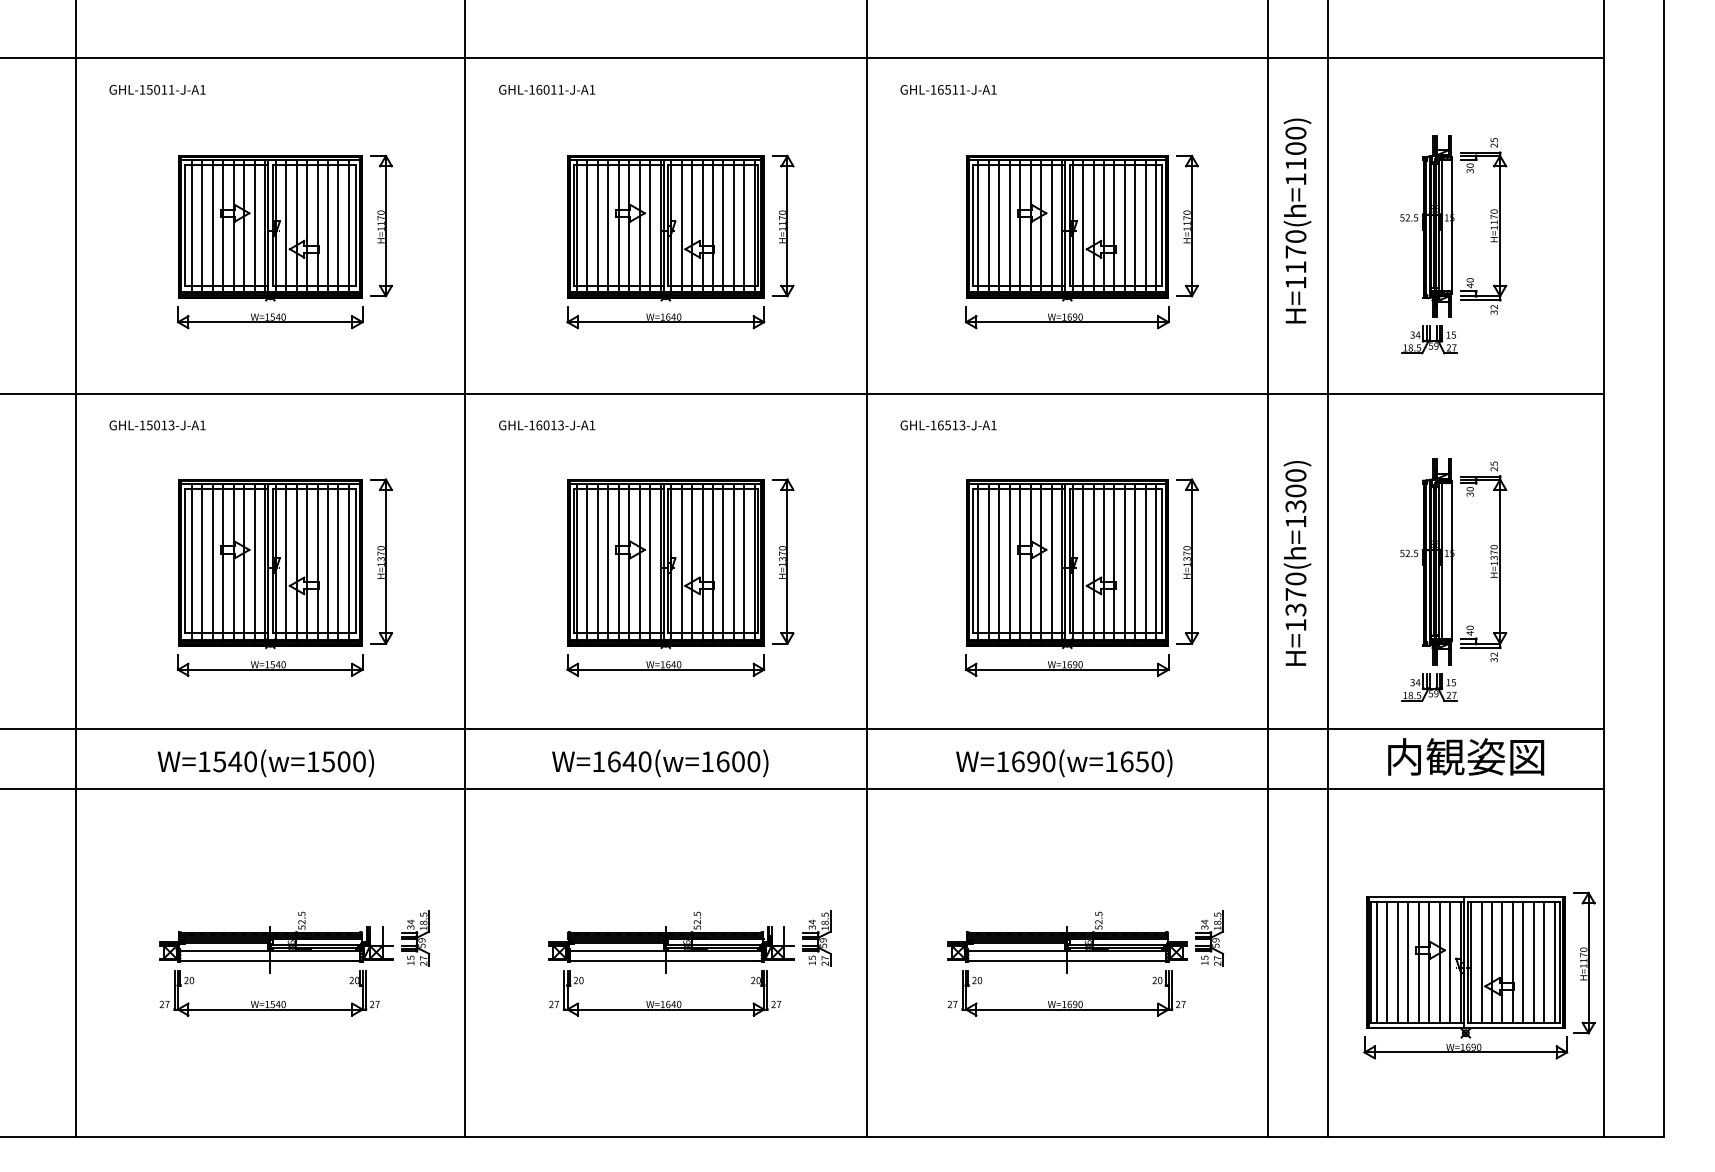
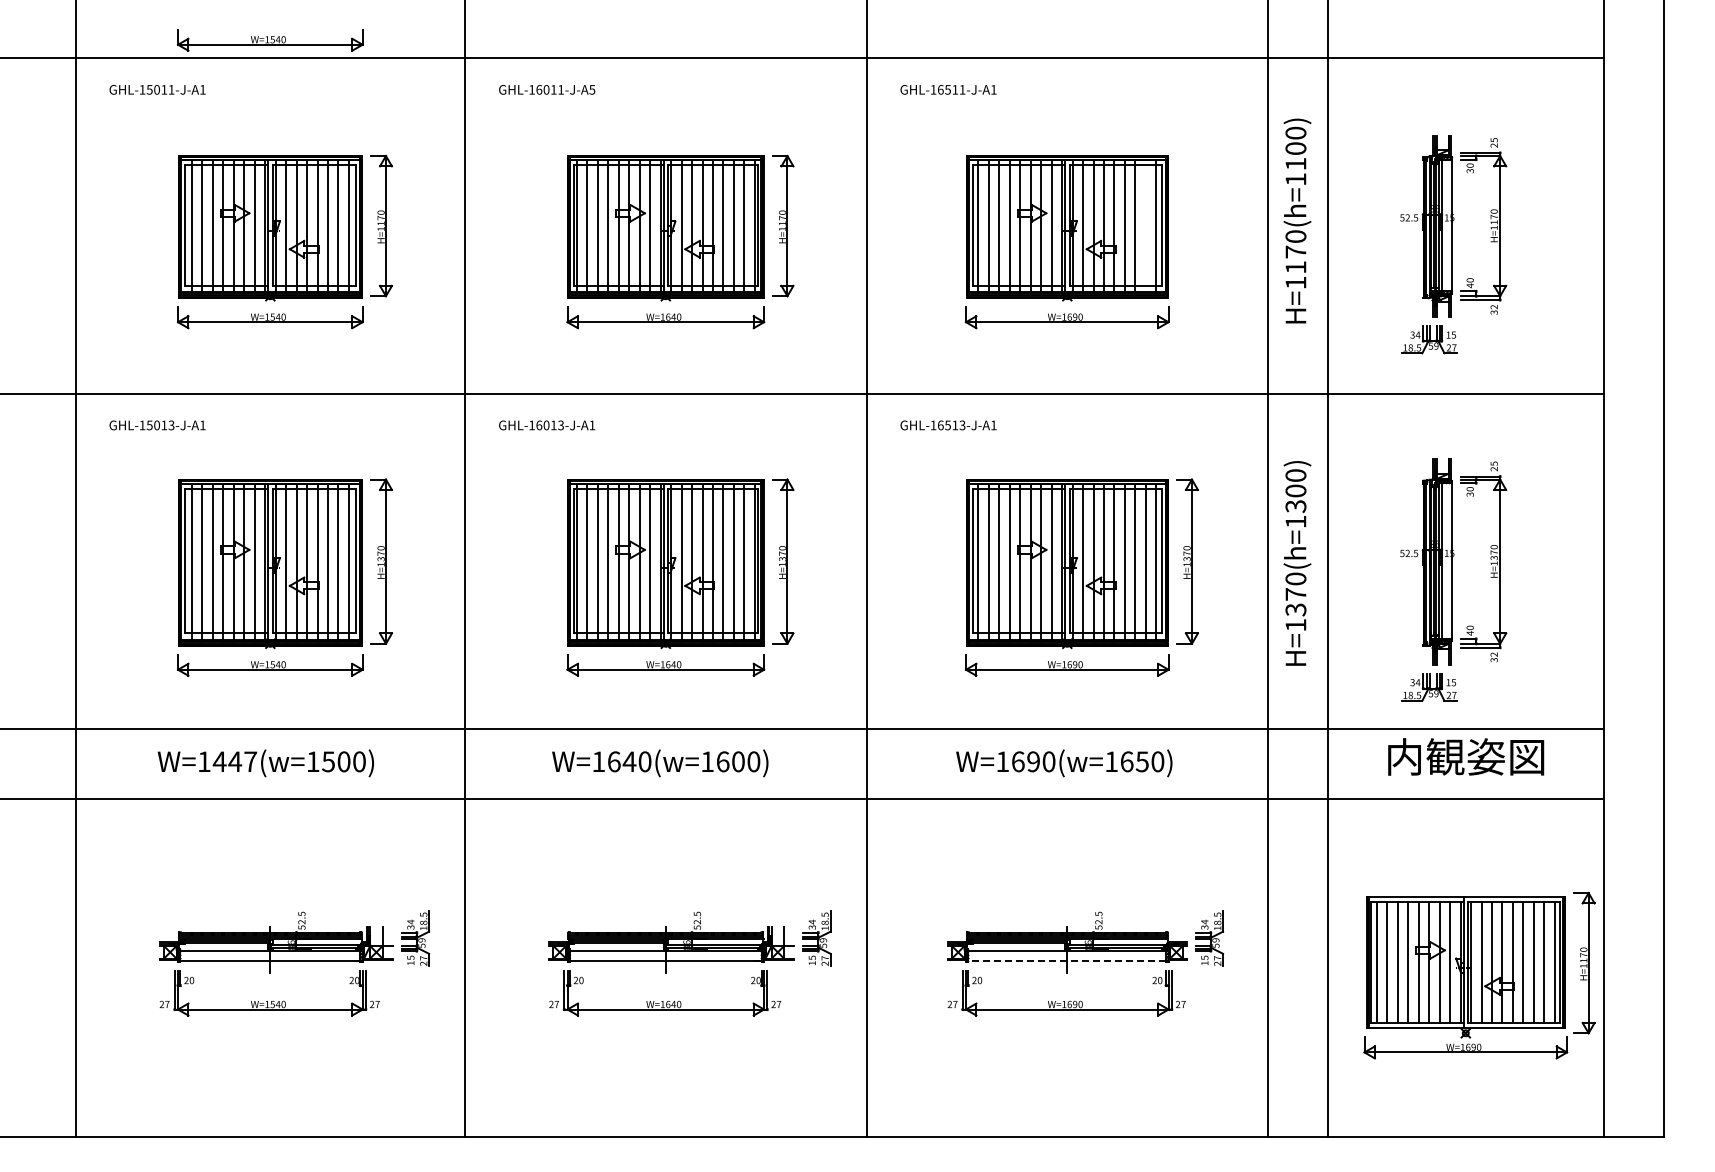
part at (270, 40): none -> present
text at (592, 89): GHL-16011-J-A1 -> GHL-16011-J-A5
part at (1187, 225): present -> none
line at (1145, 227): present -> none
text at (234, 761): W=1540(w=1500) -> W=1447(w=1500)
line at (802, 789) position: (802, 789) -> (802, 799)
line at (1067, 961): solid -> dashed
